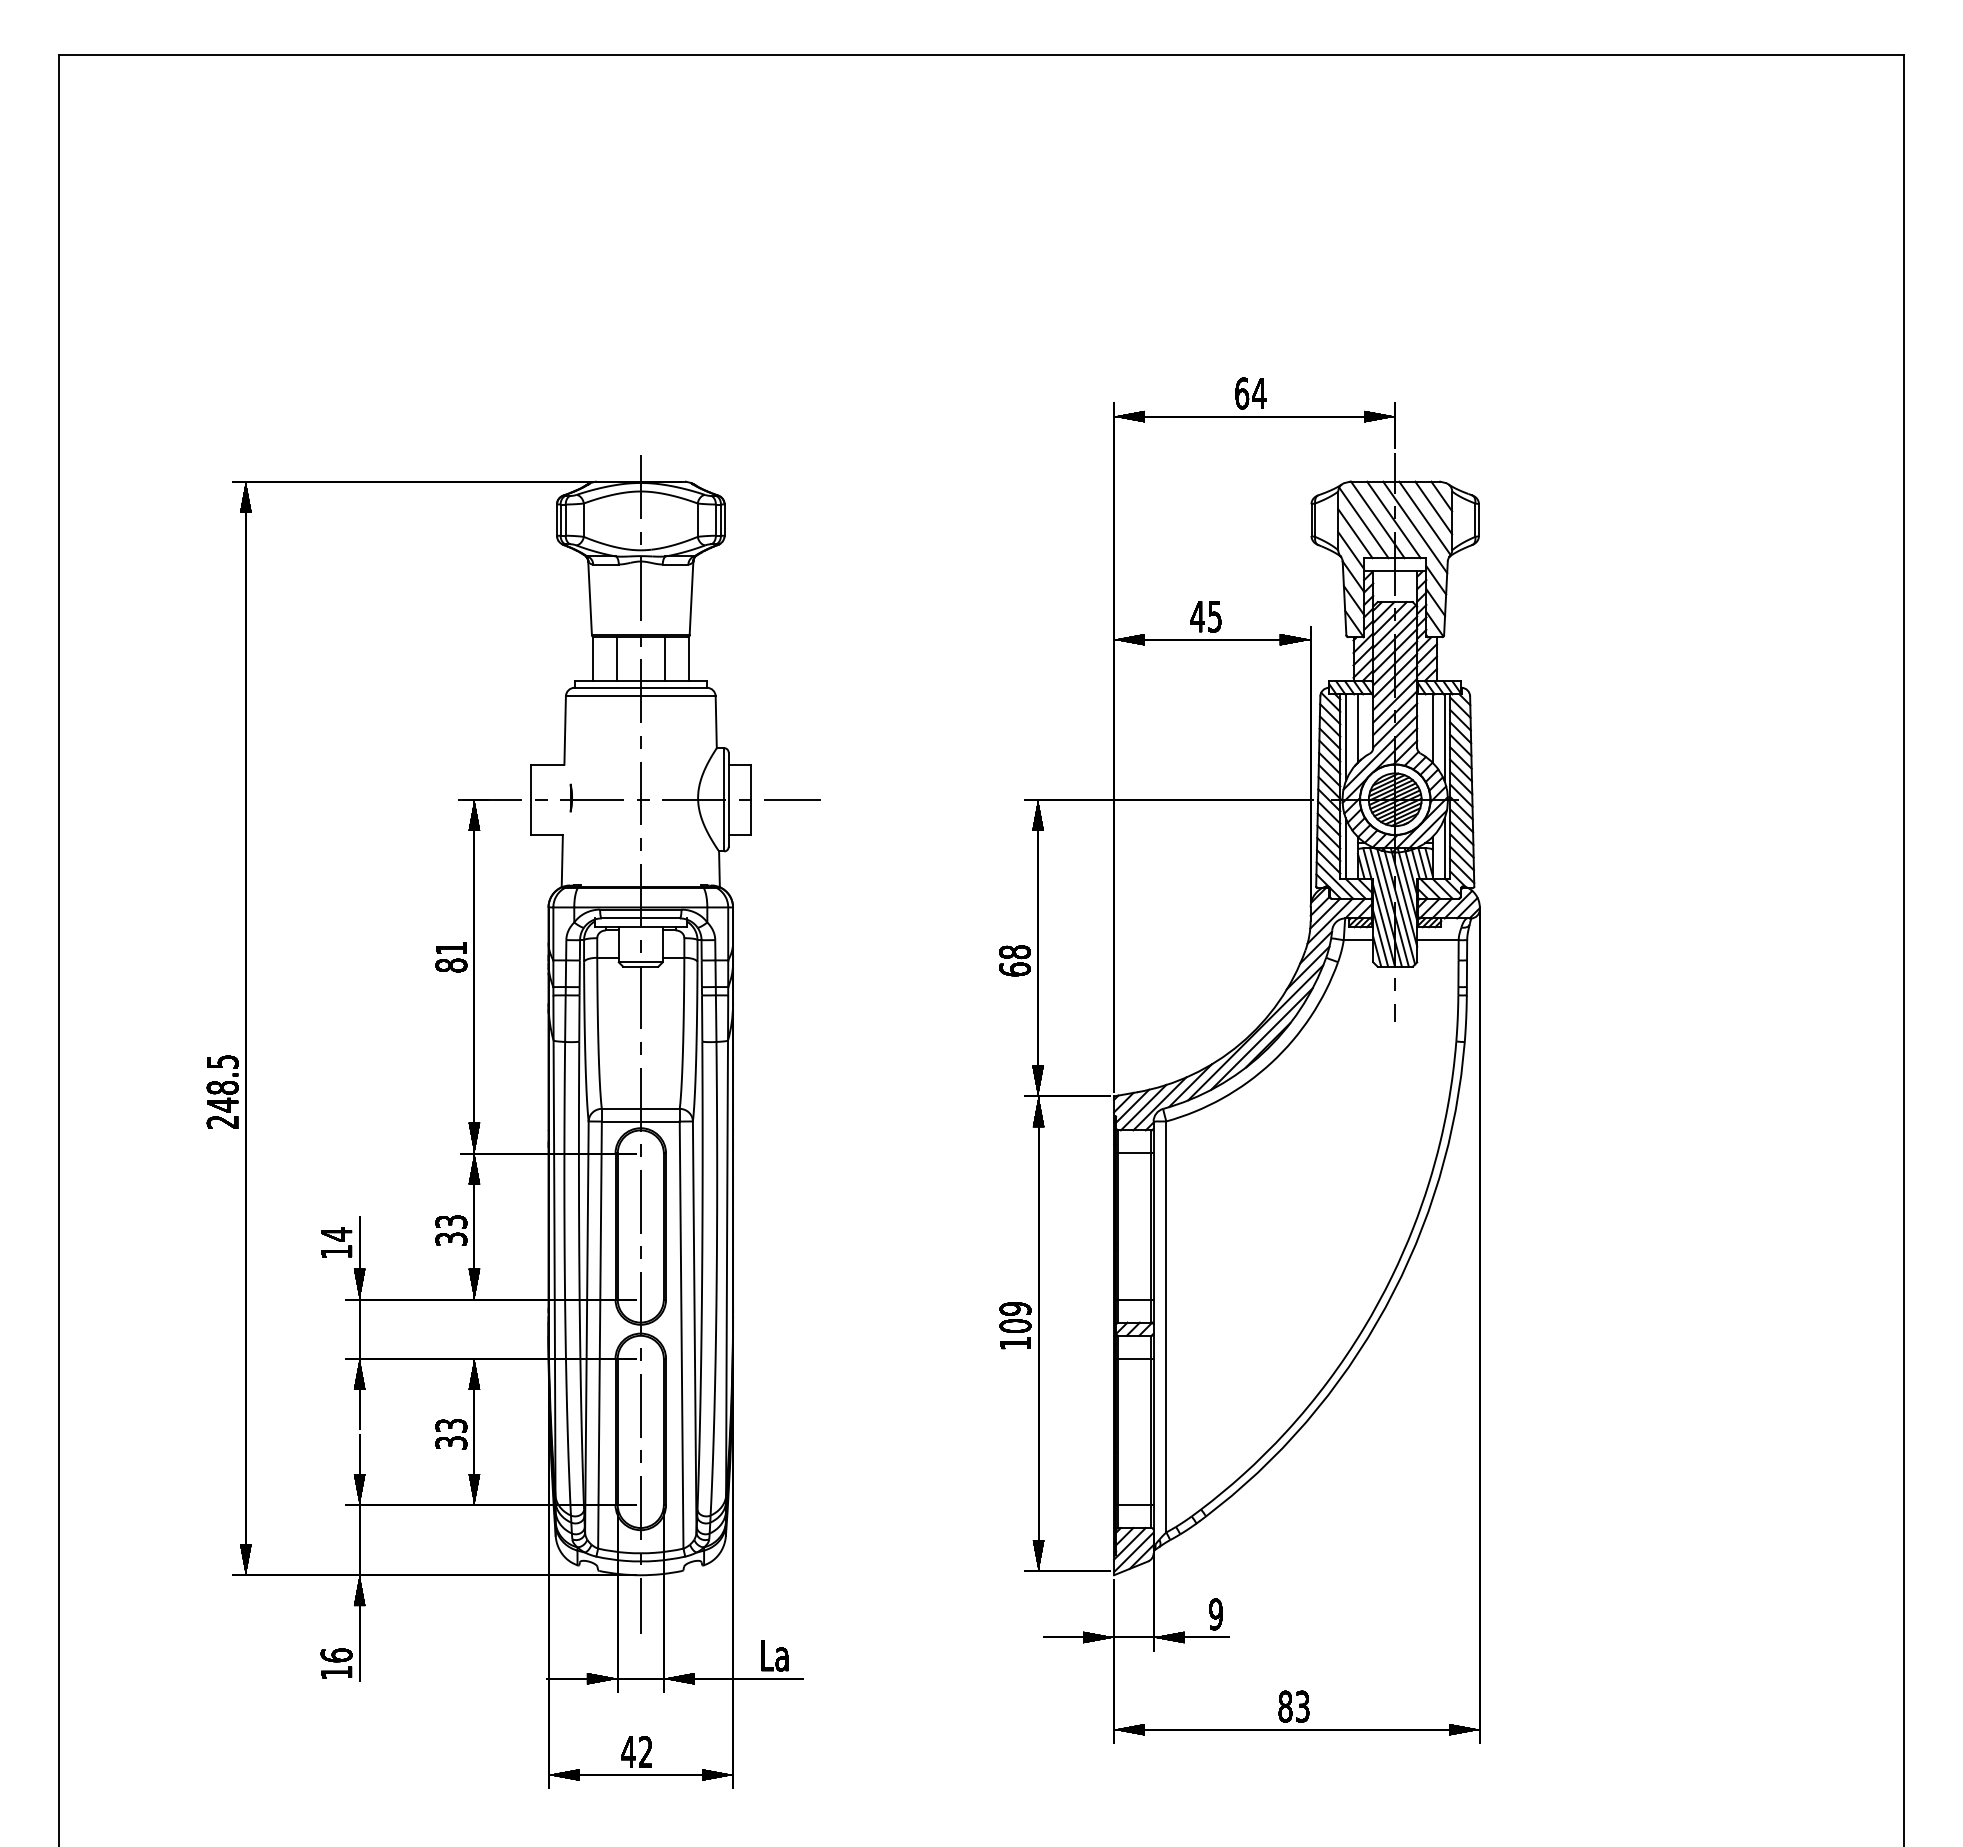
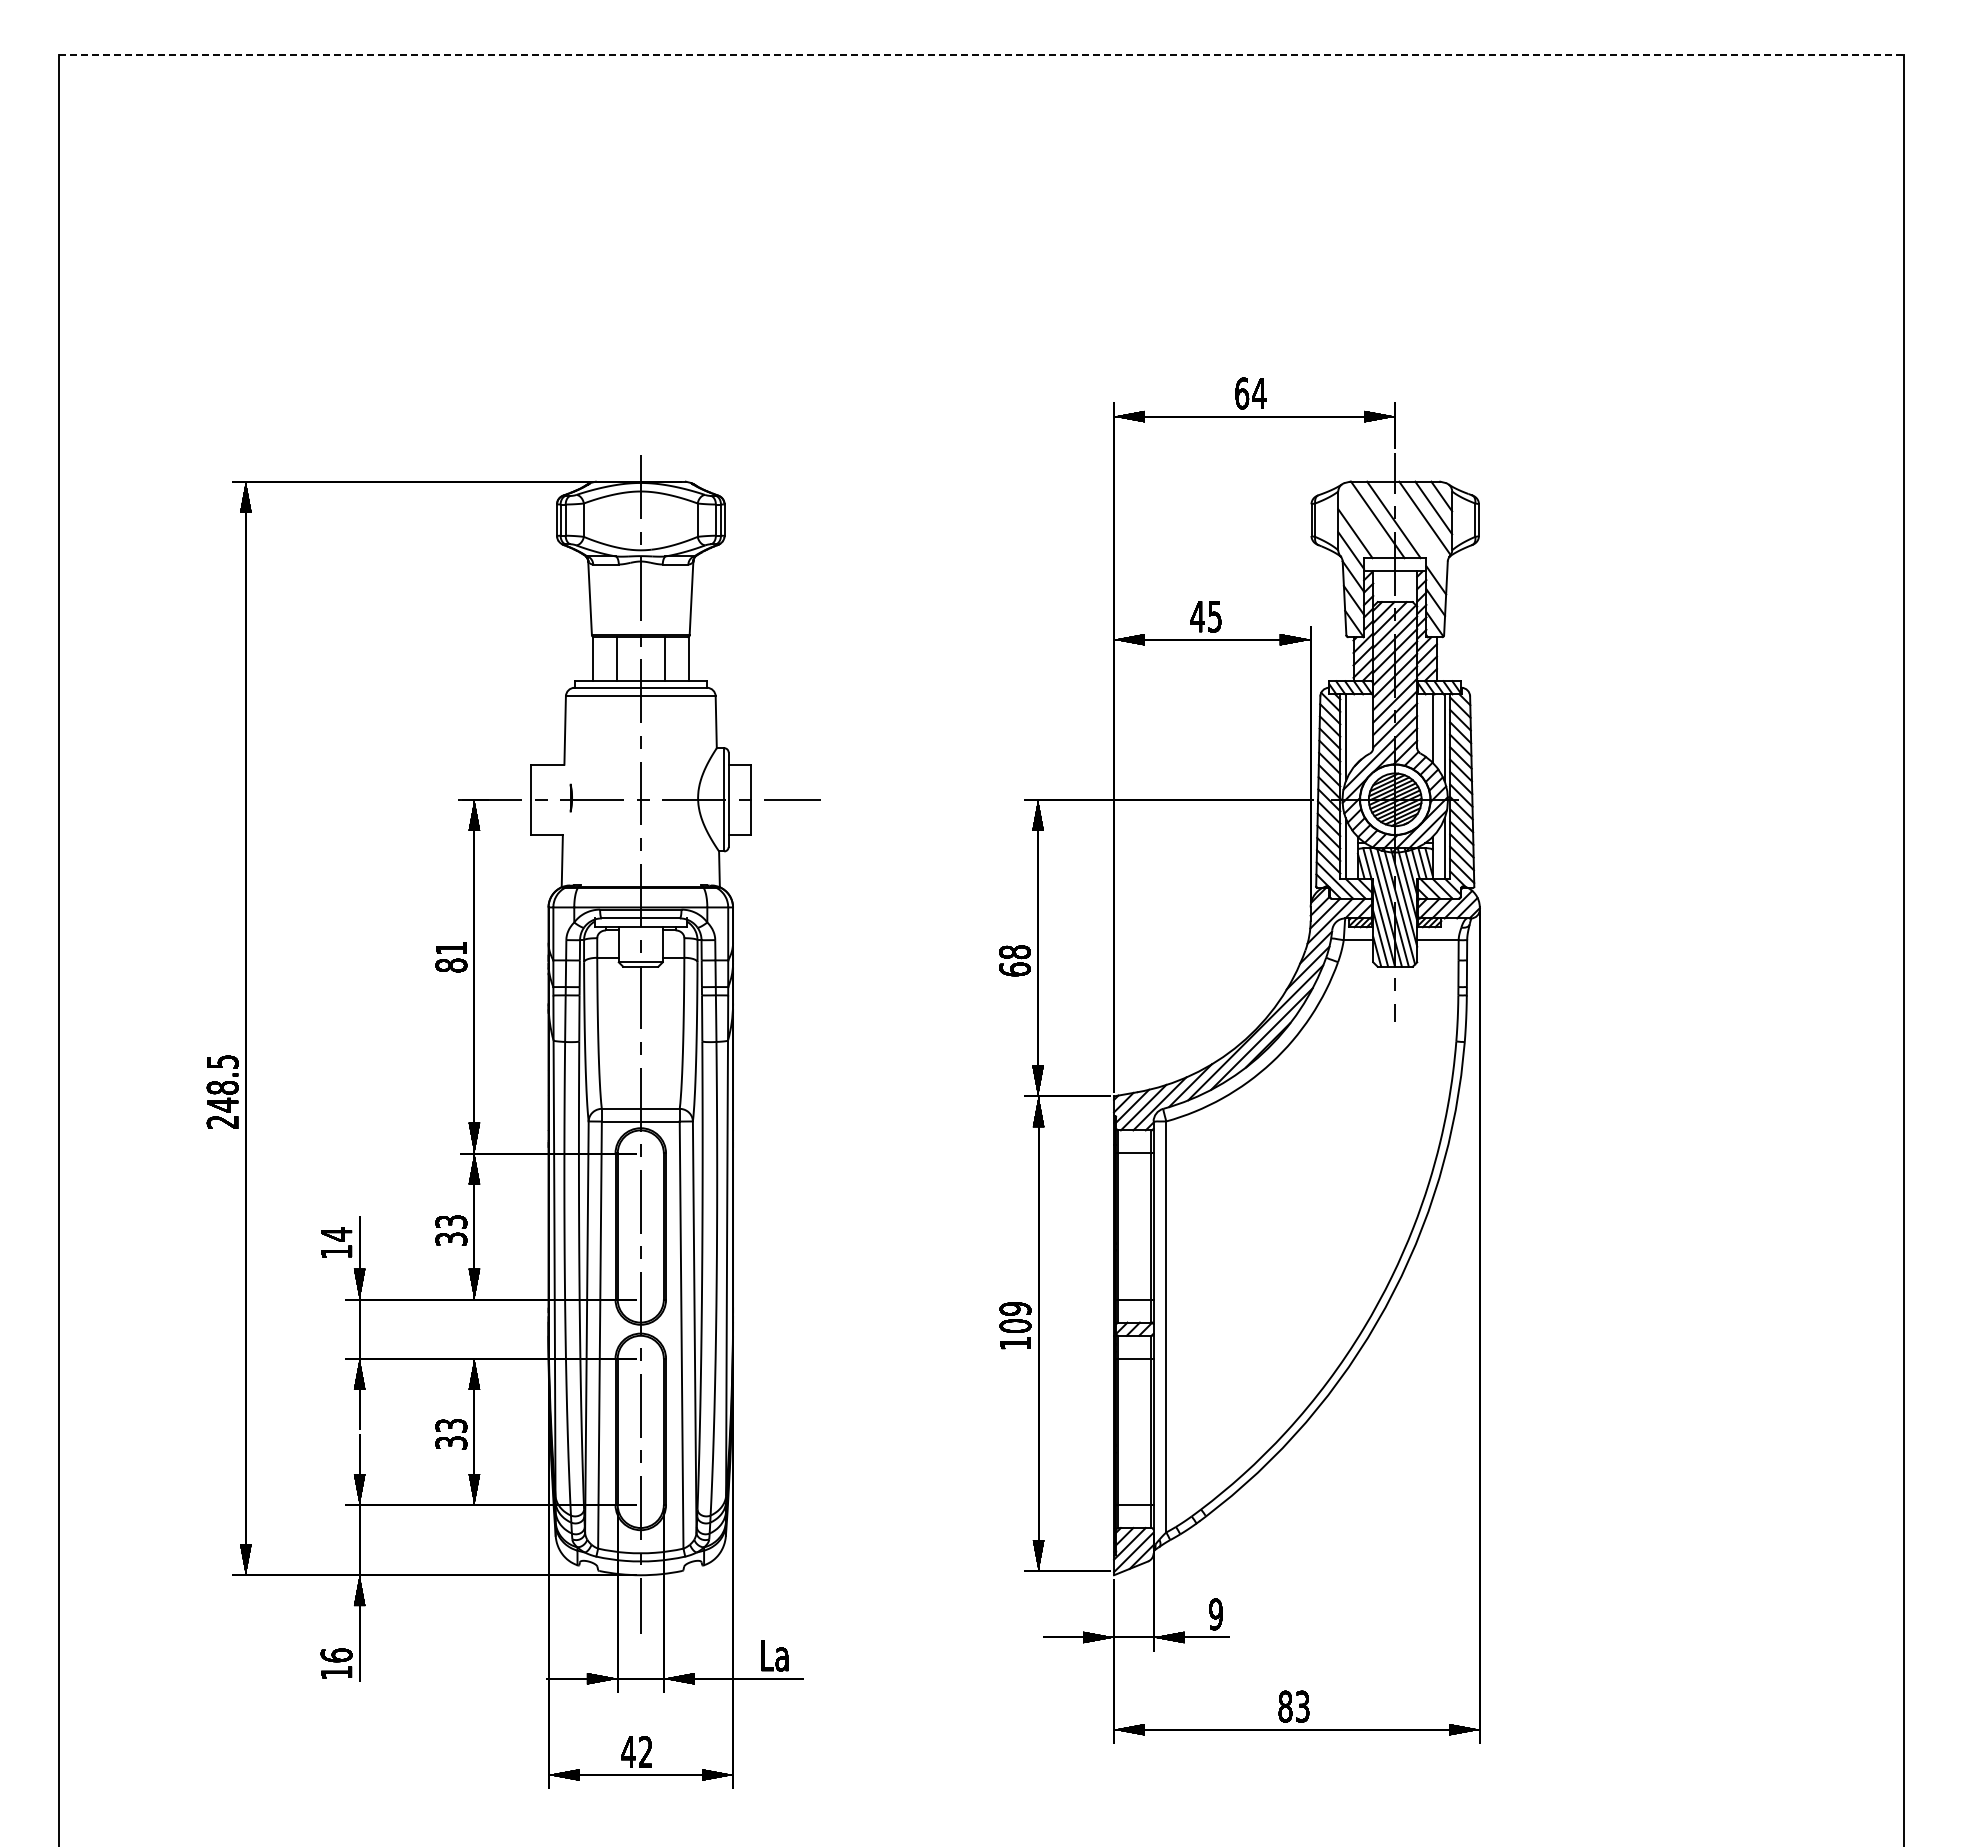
line at (981, 55): solid -> dashed
line at (1363, 522): present -> none
line at (1415, 527): present -> none
line at (1357, 728): present -> none
